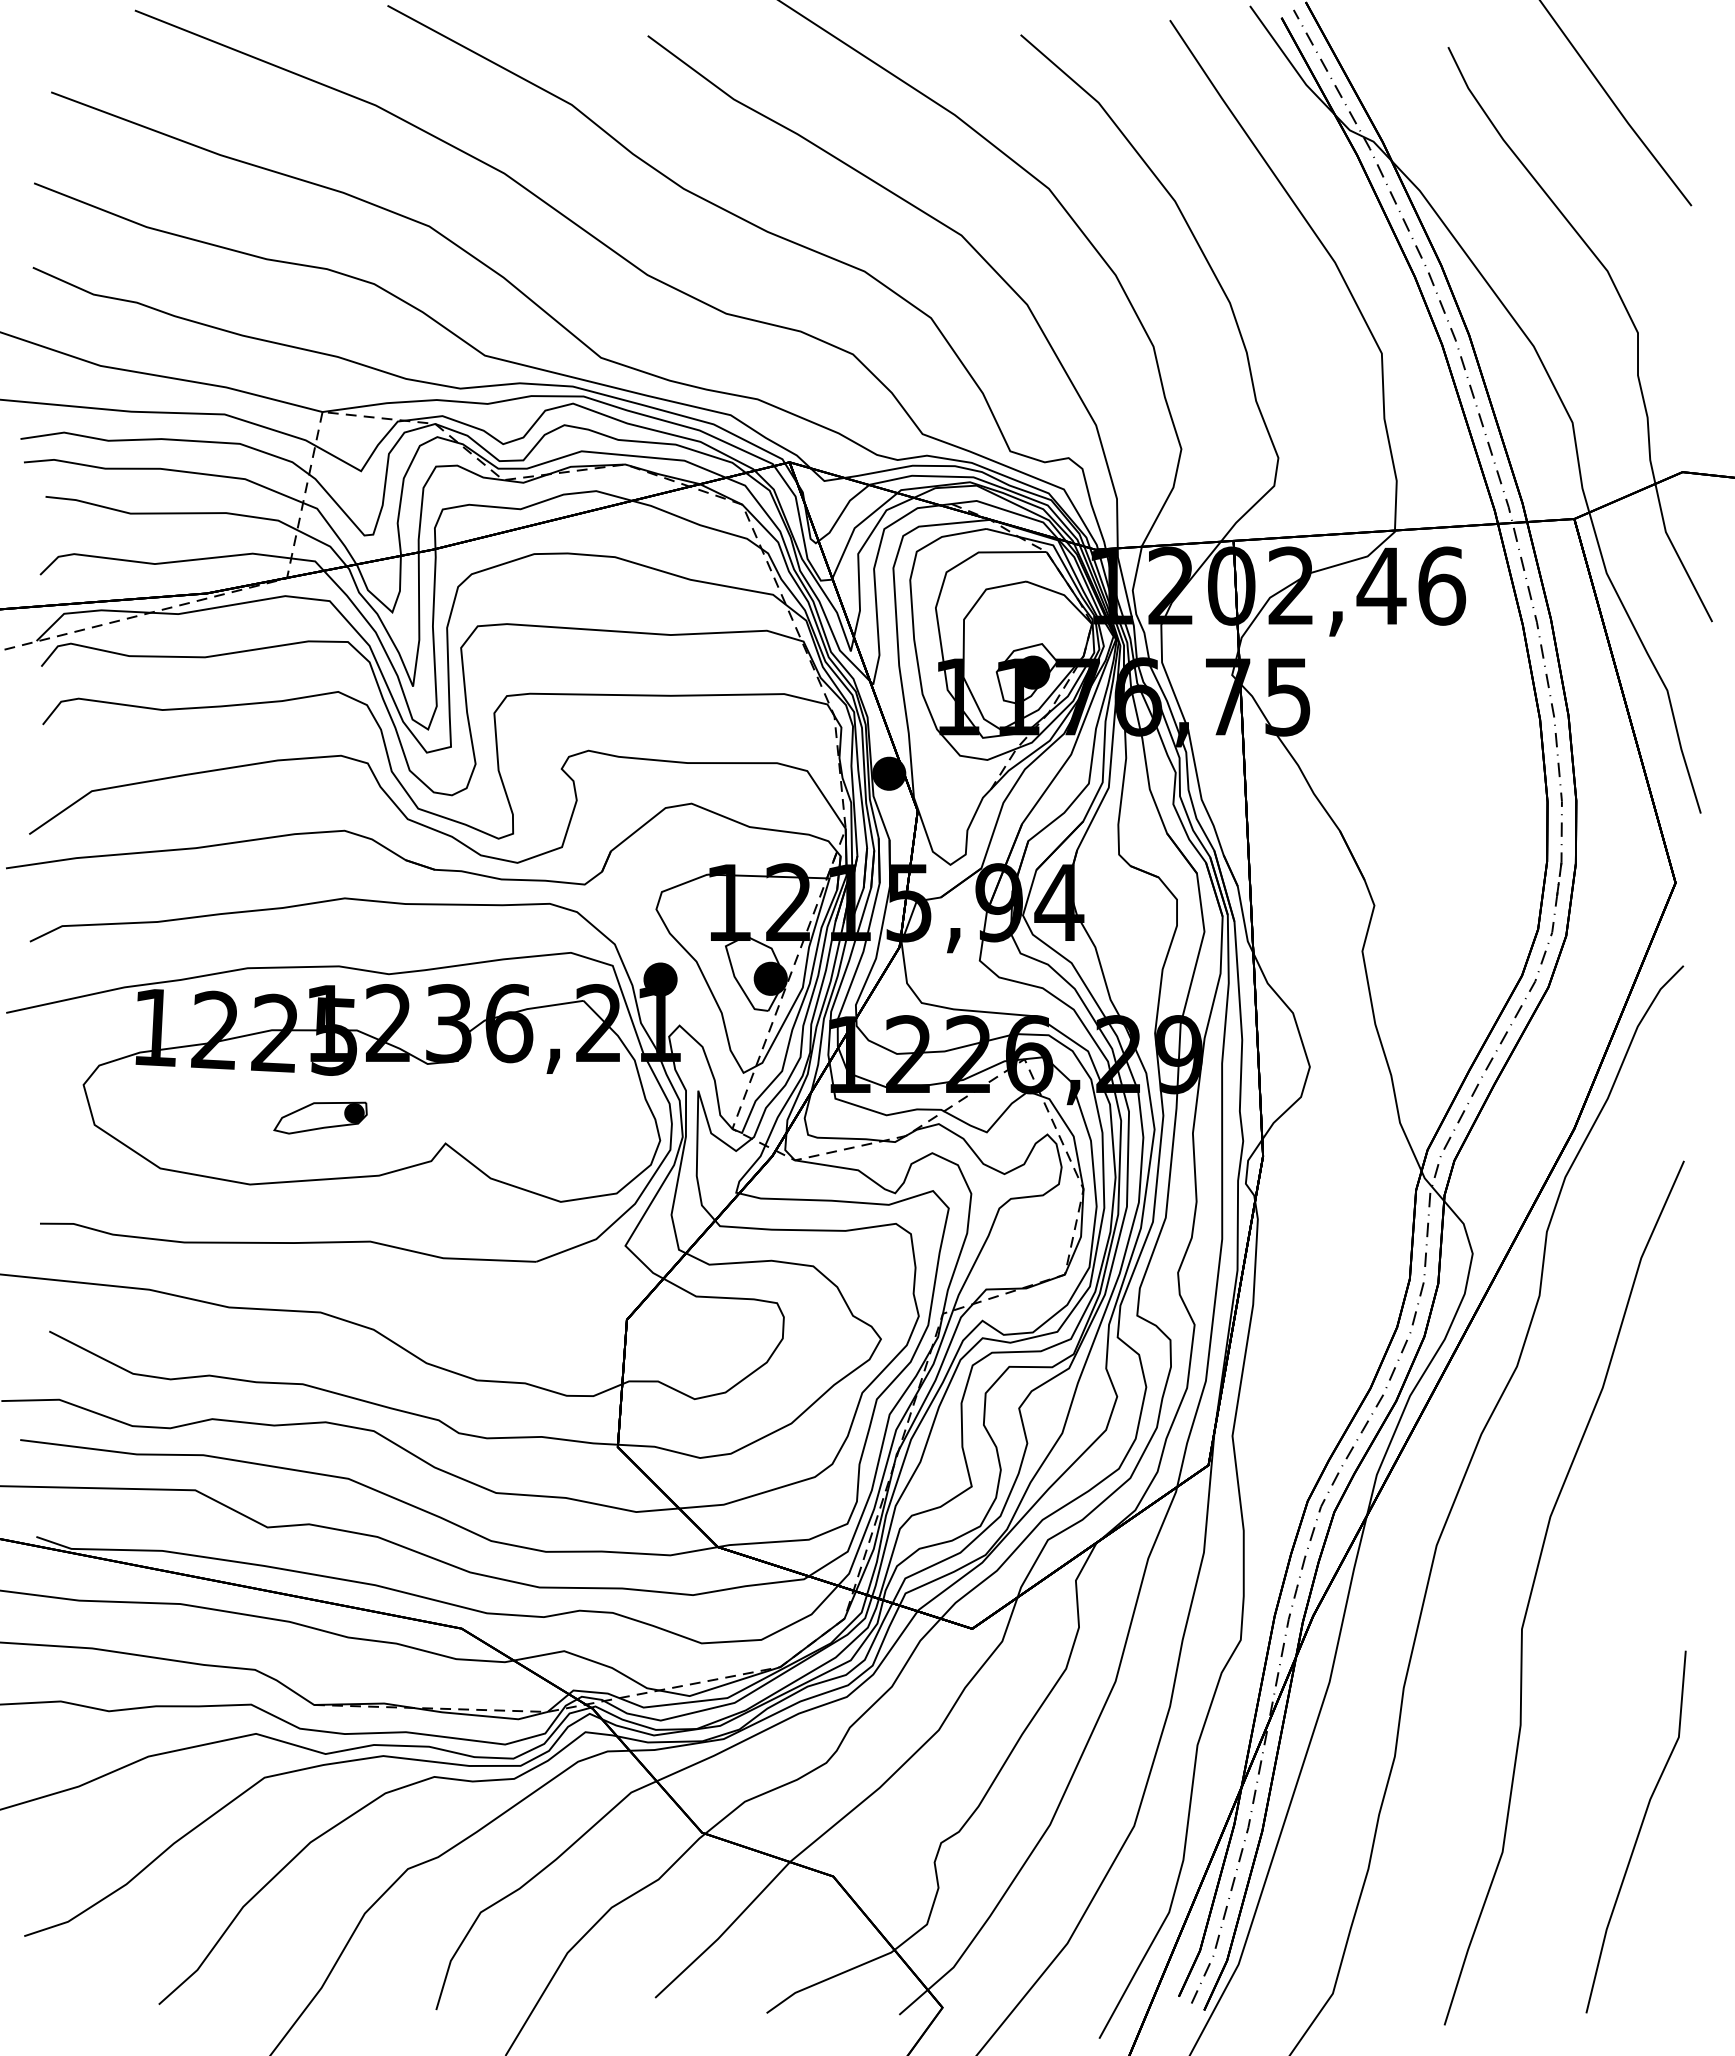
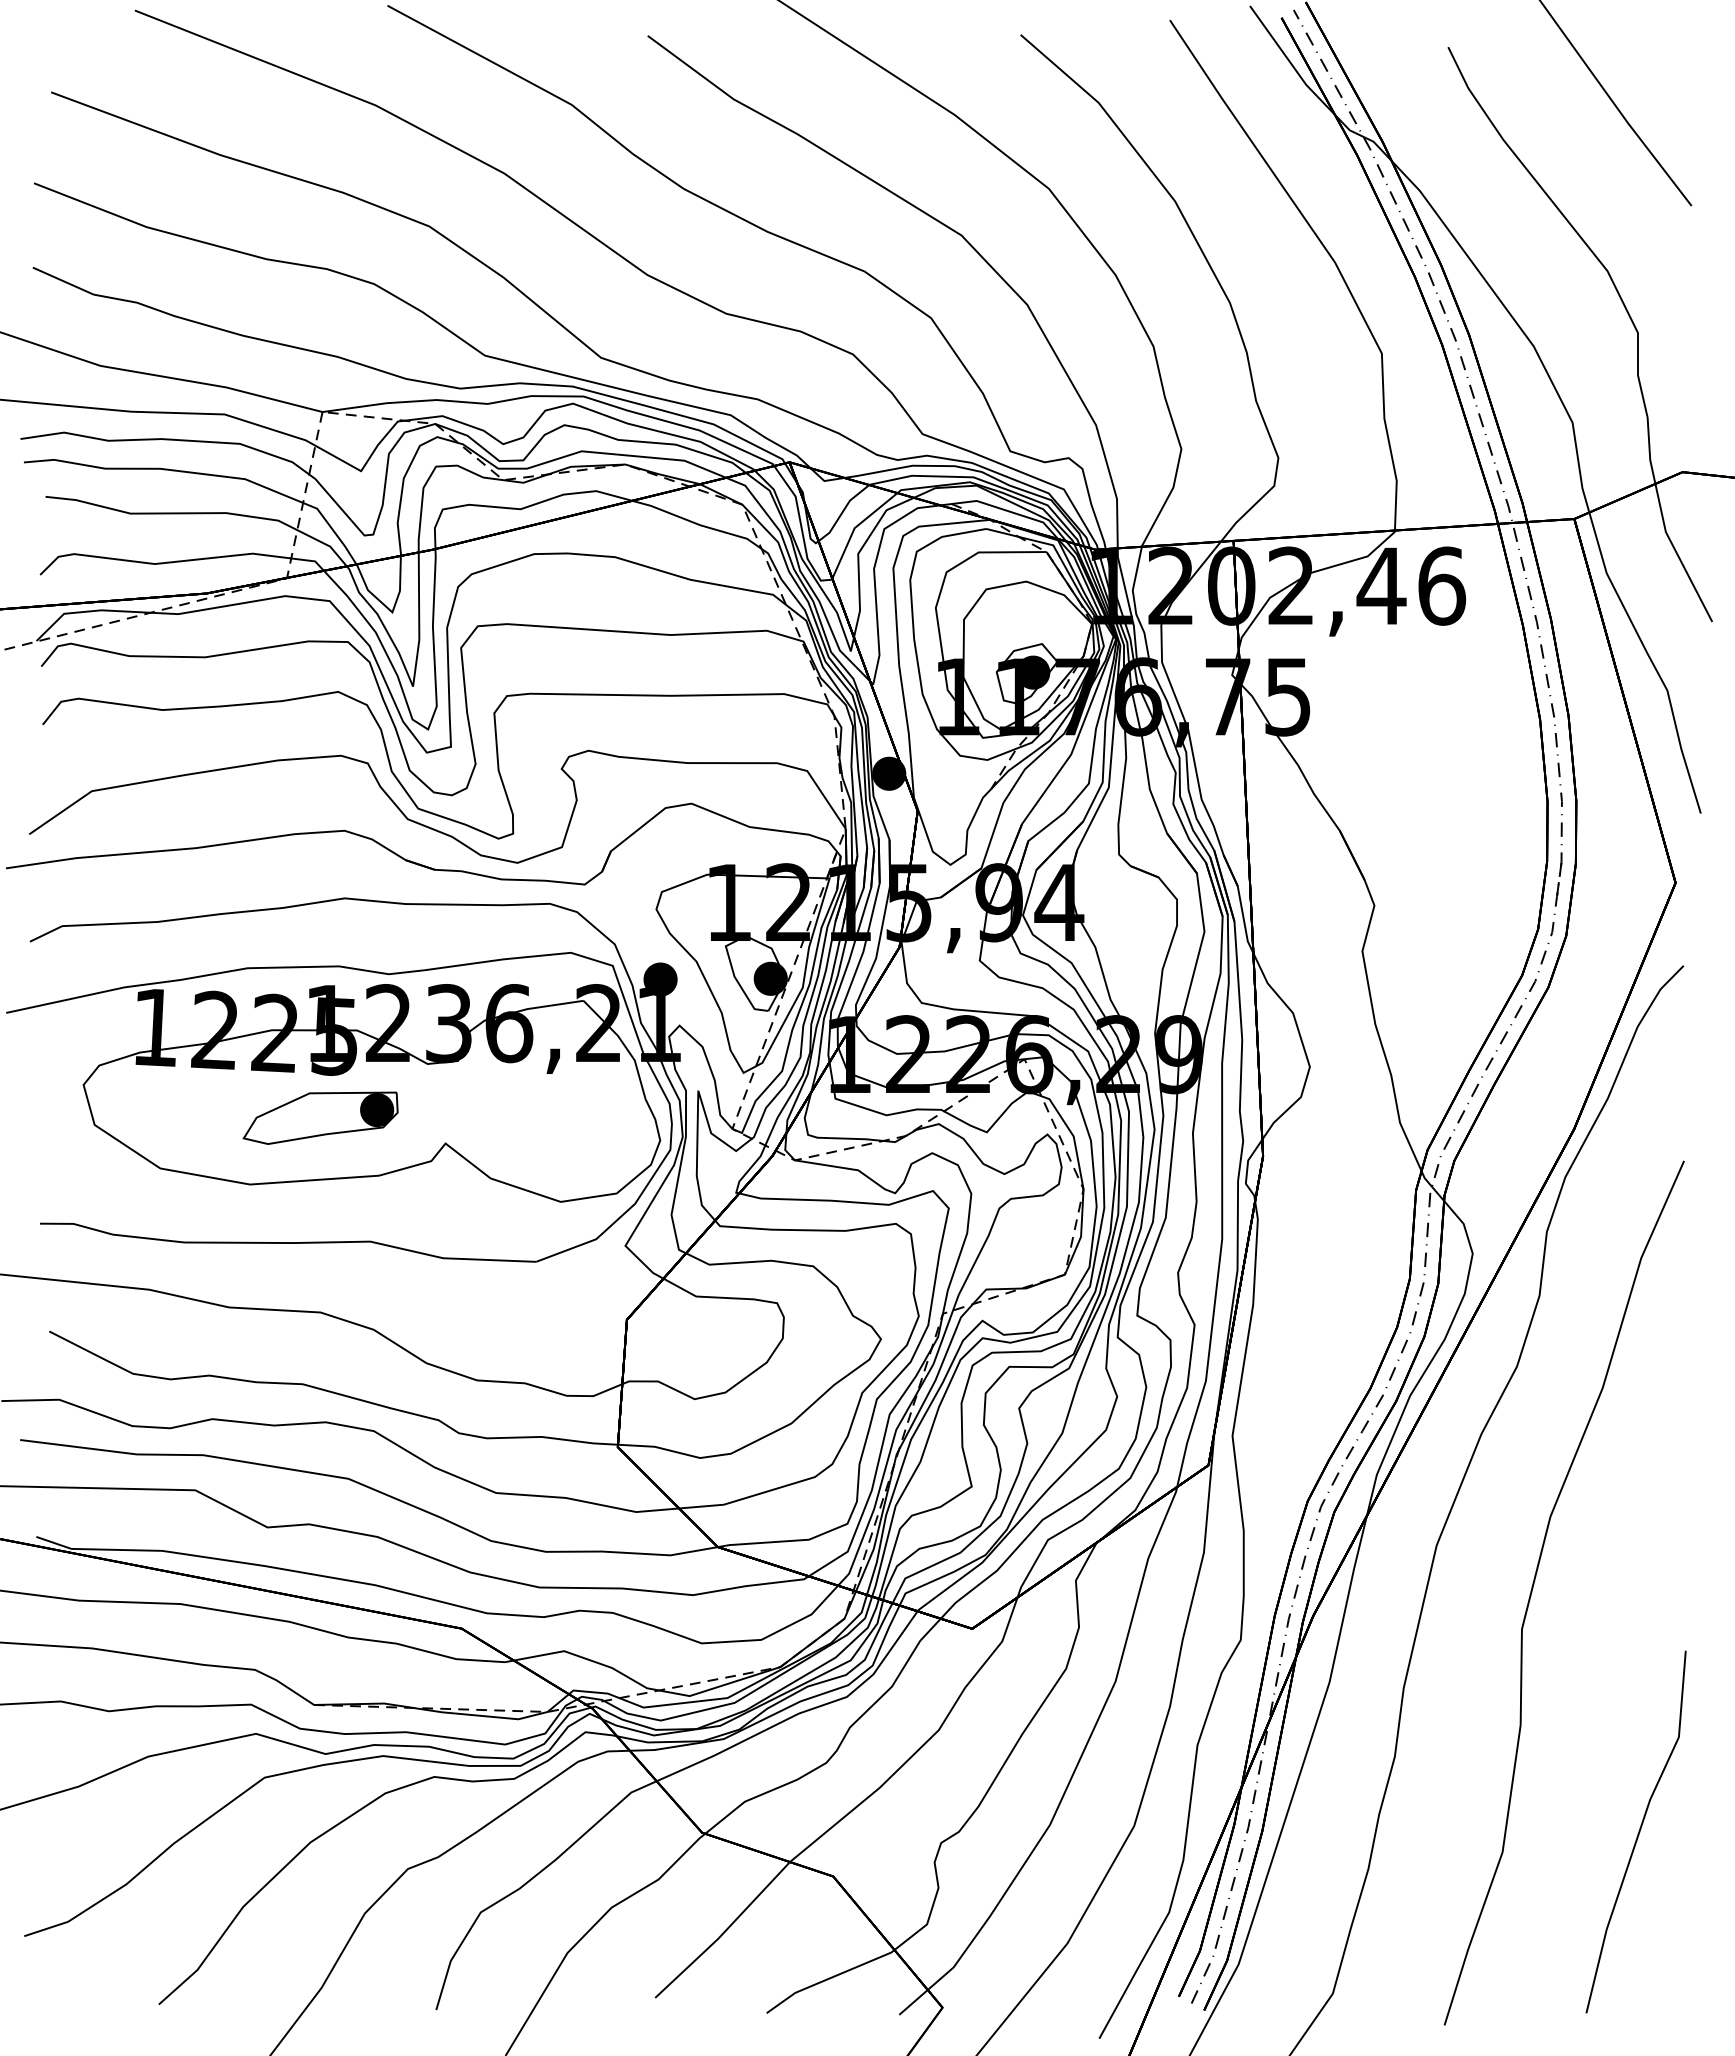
part at (320, 1117) size: 95x34 px -> 157x54 px
